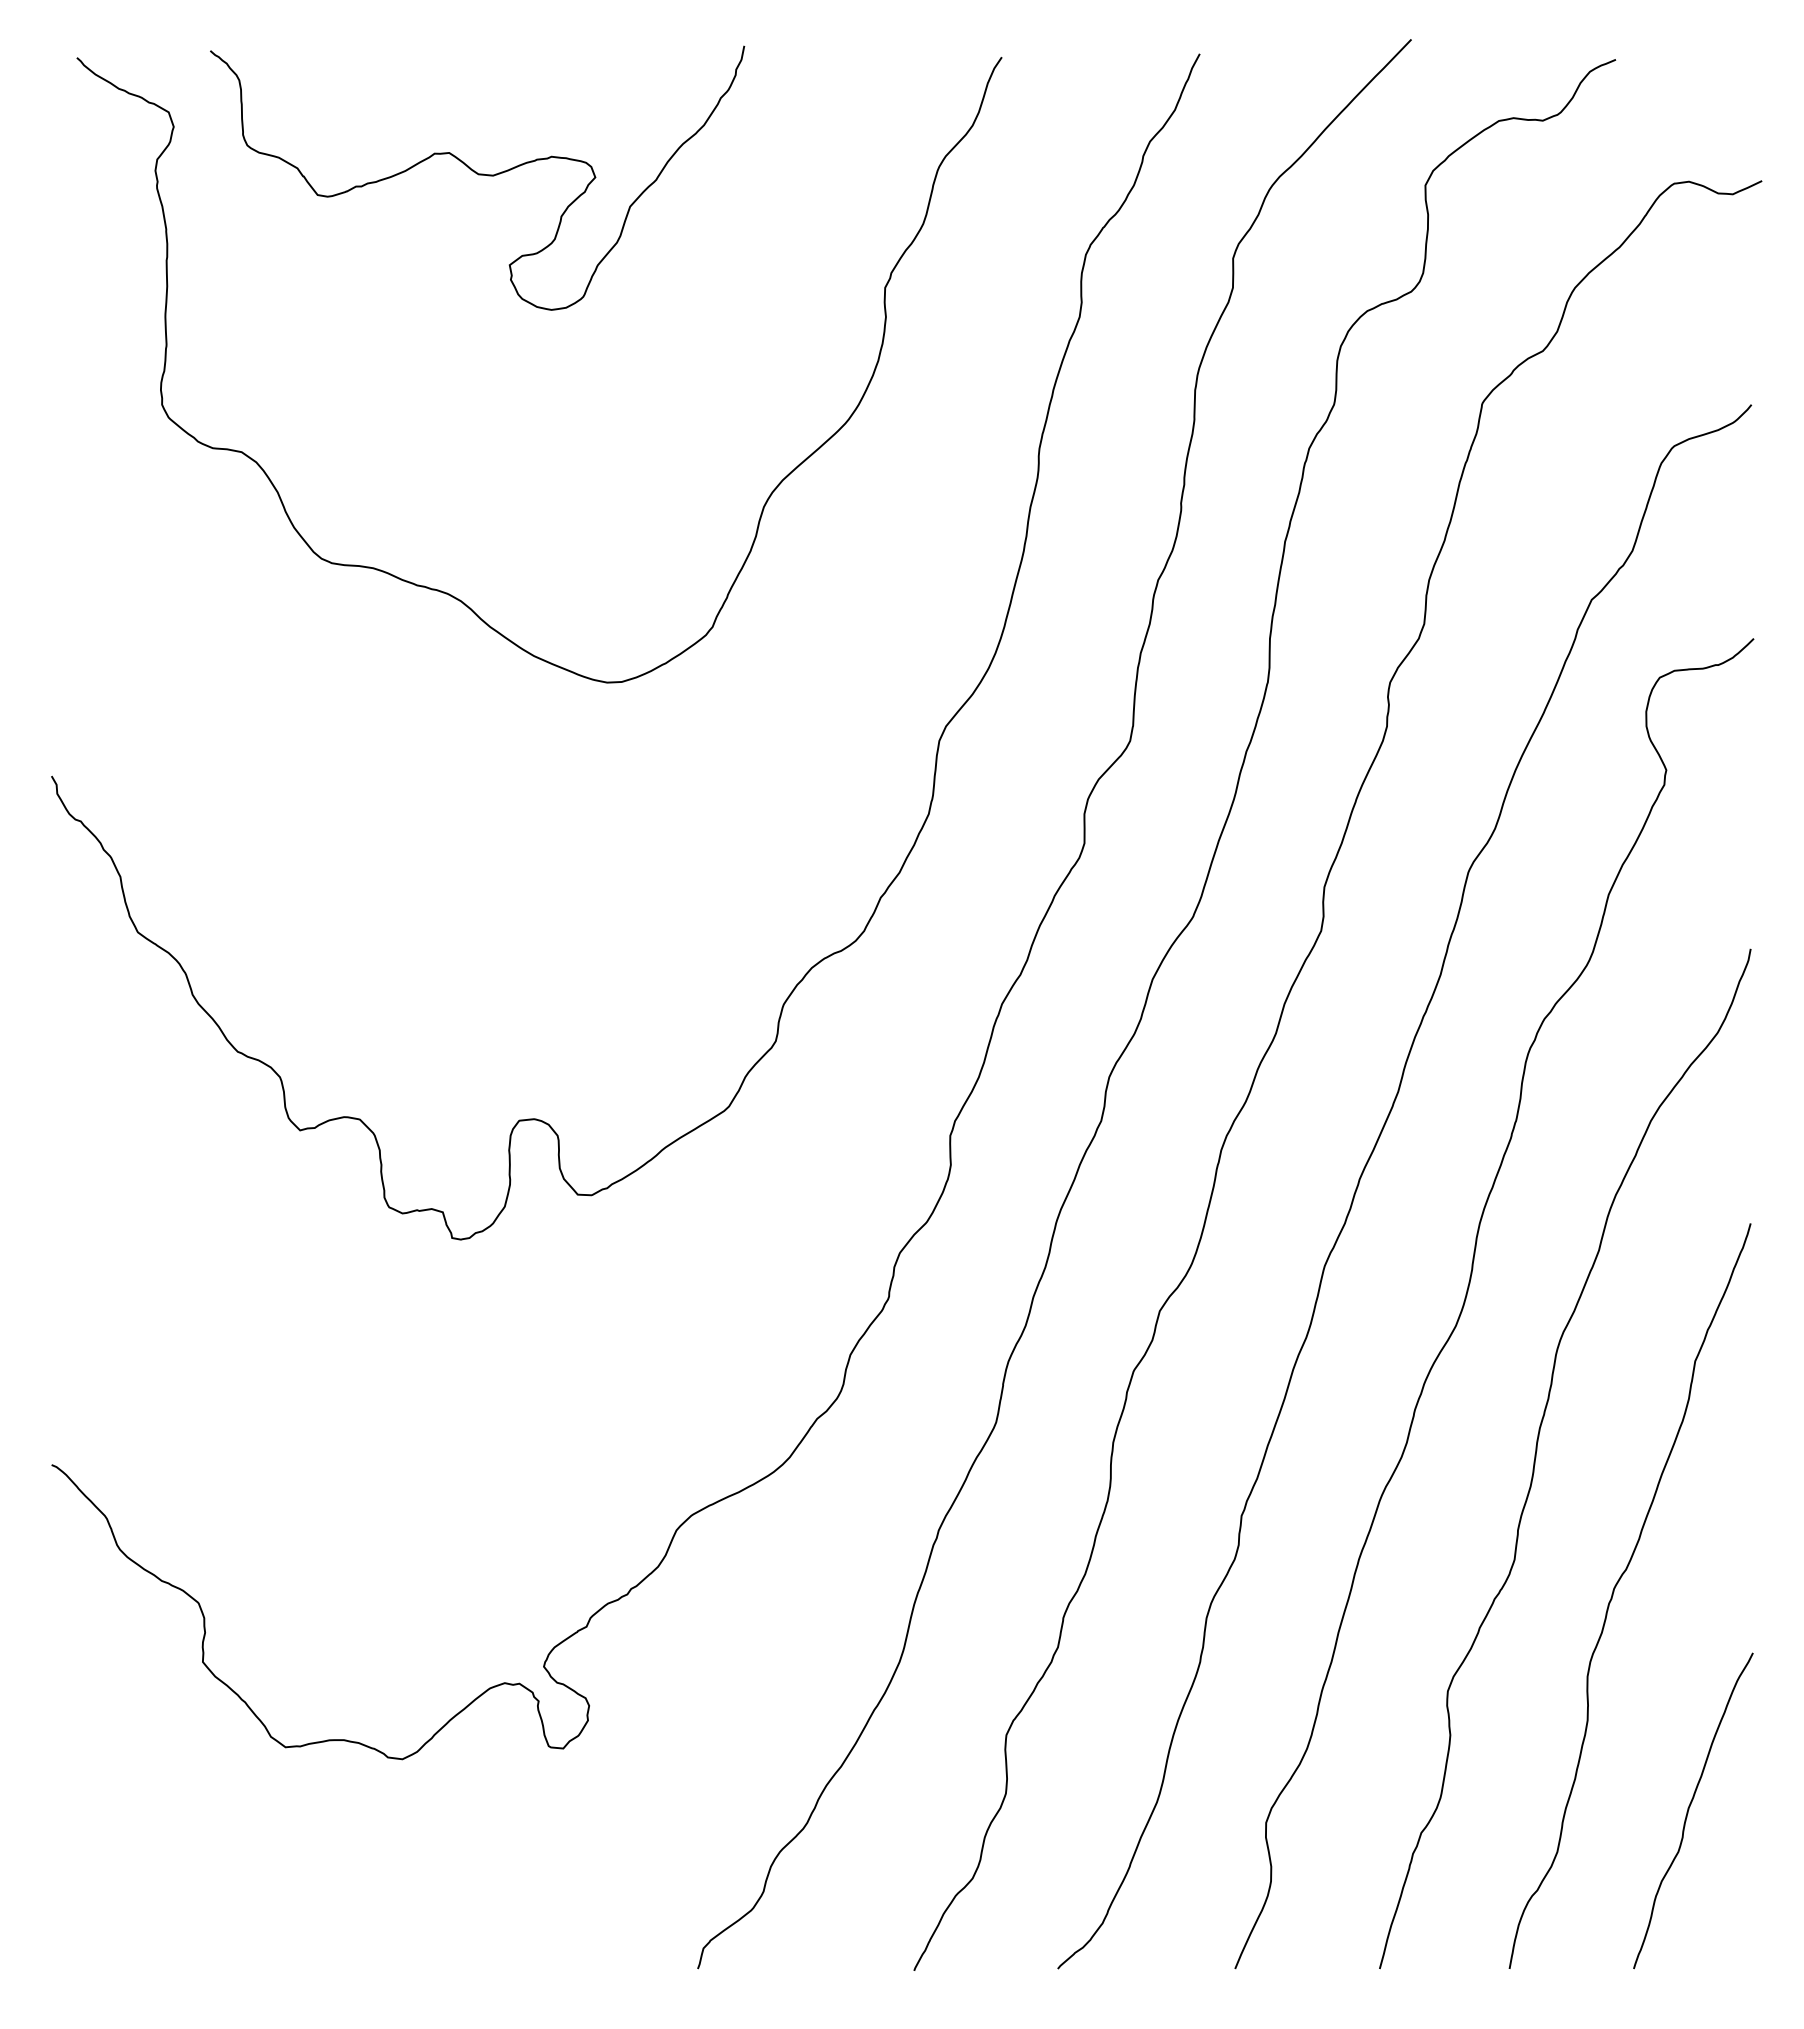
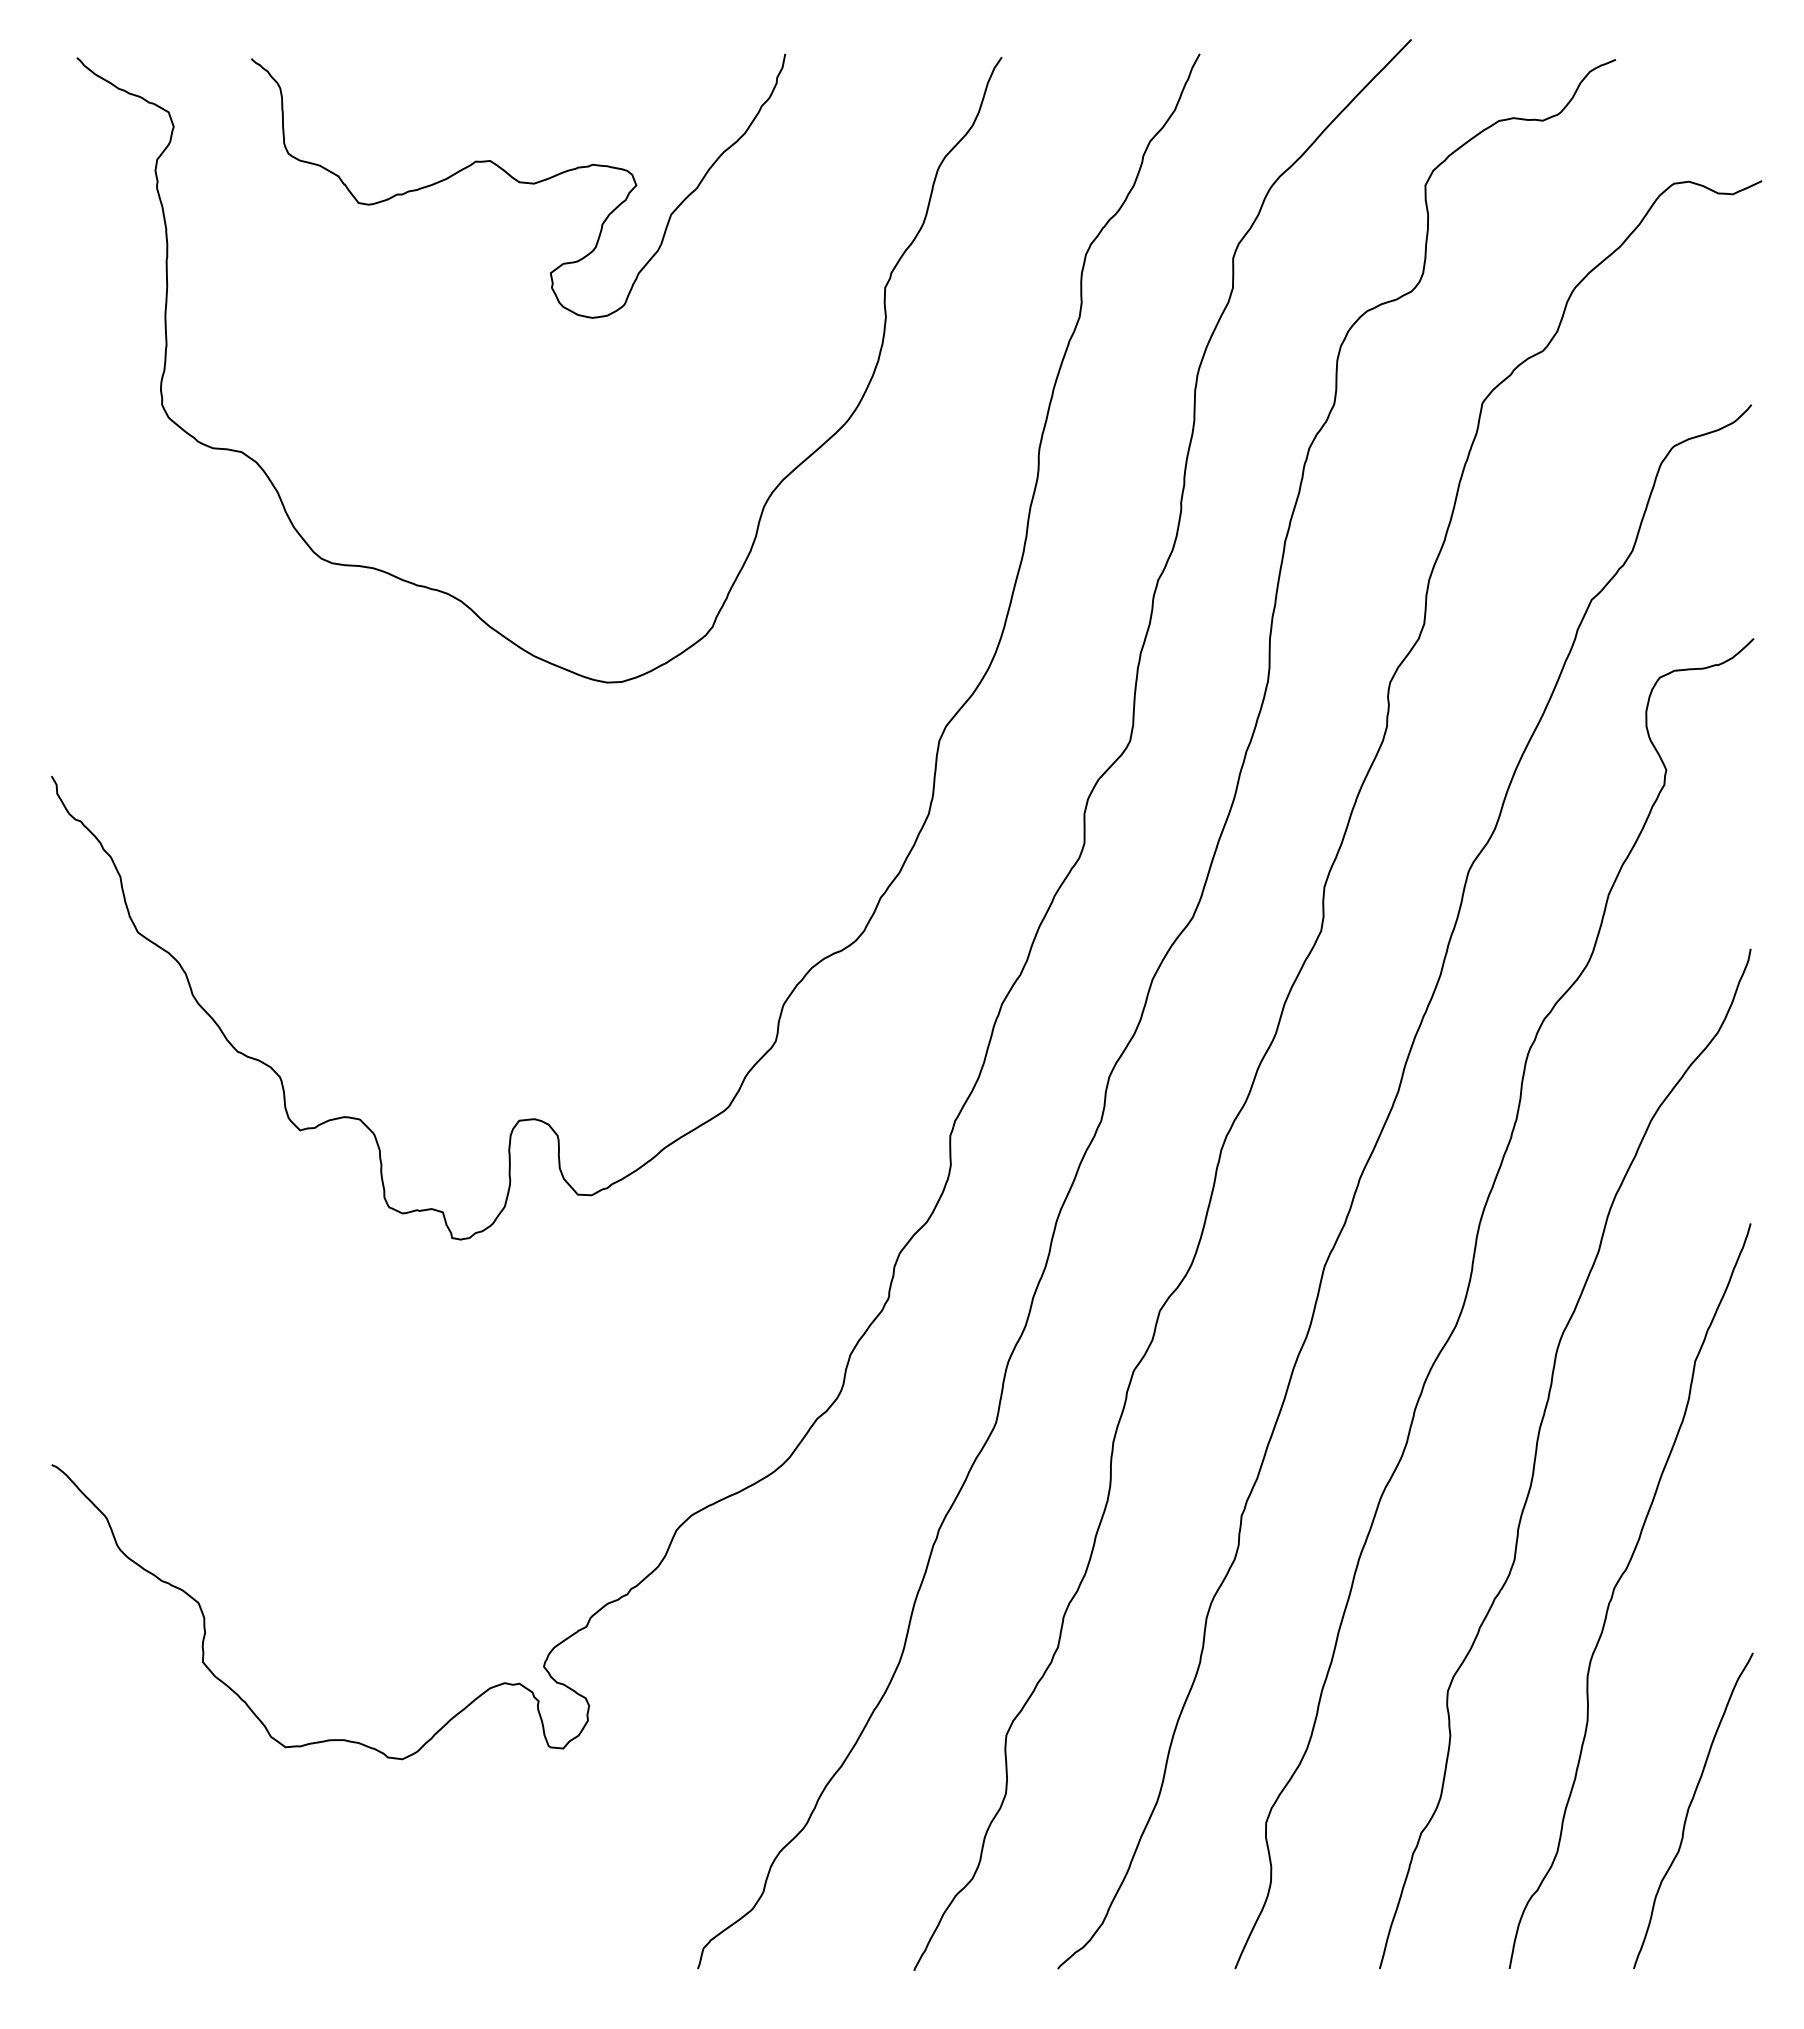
curve at (478, 175) position: (478, 175) -> (519, 183)
